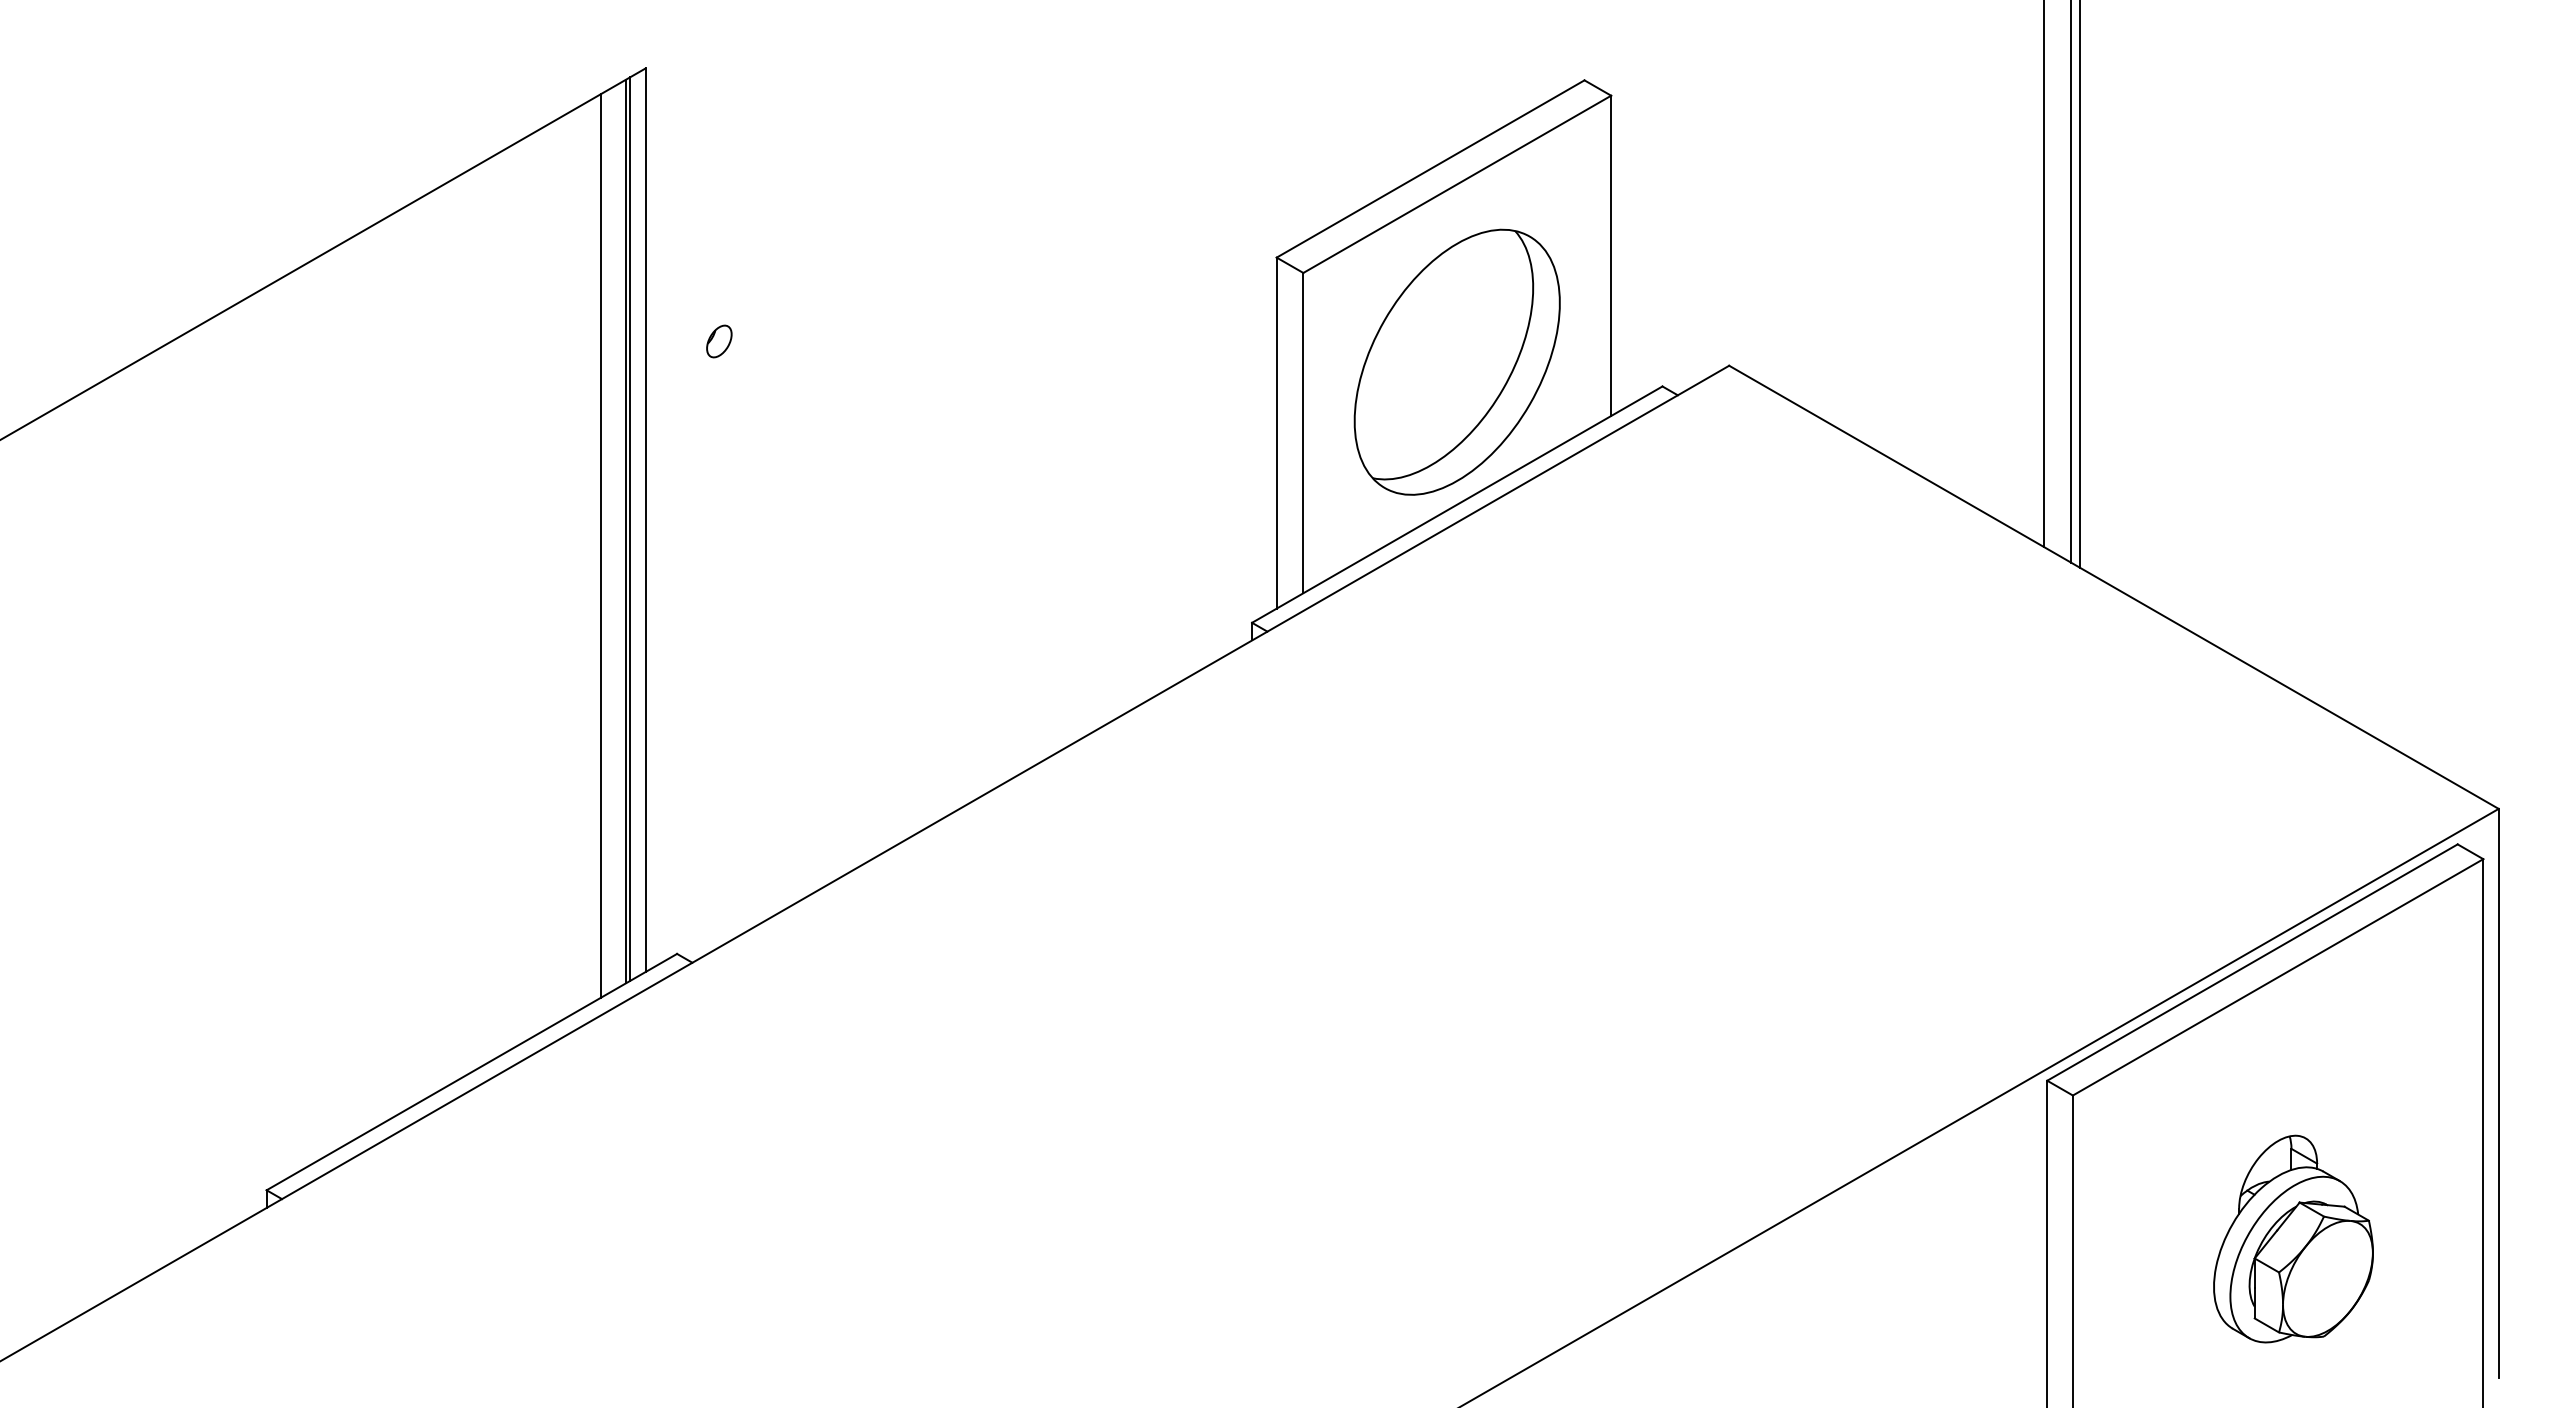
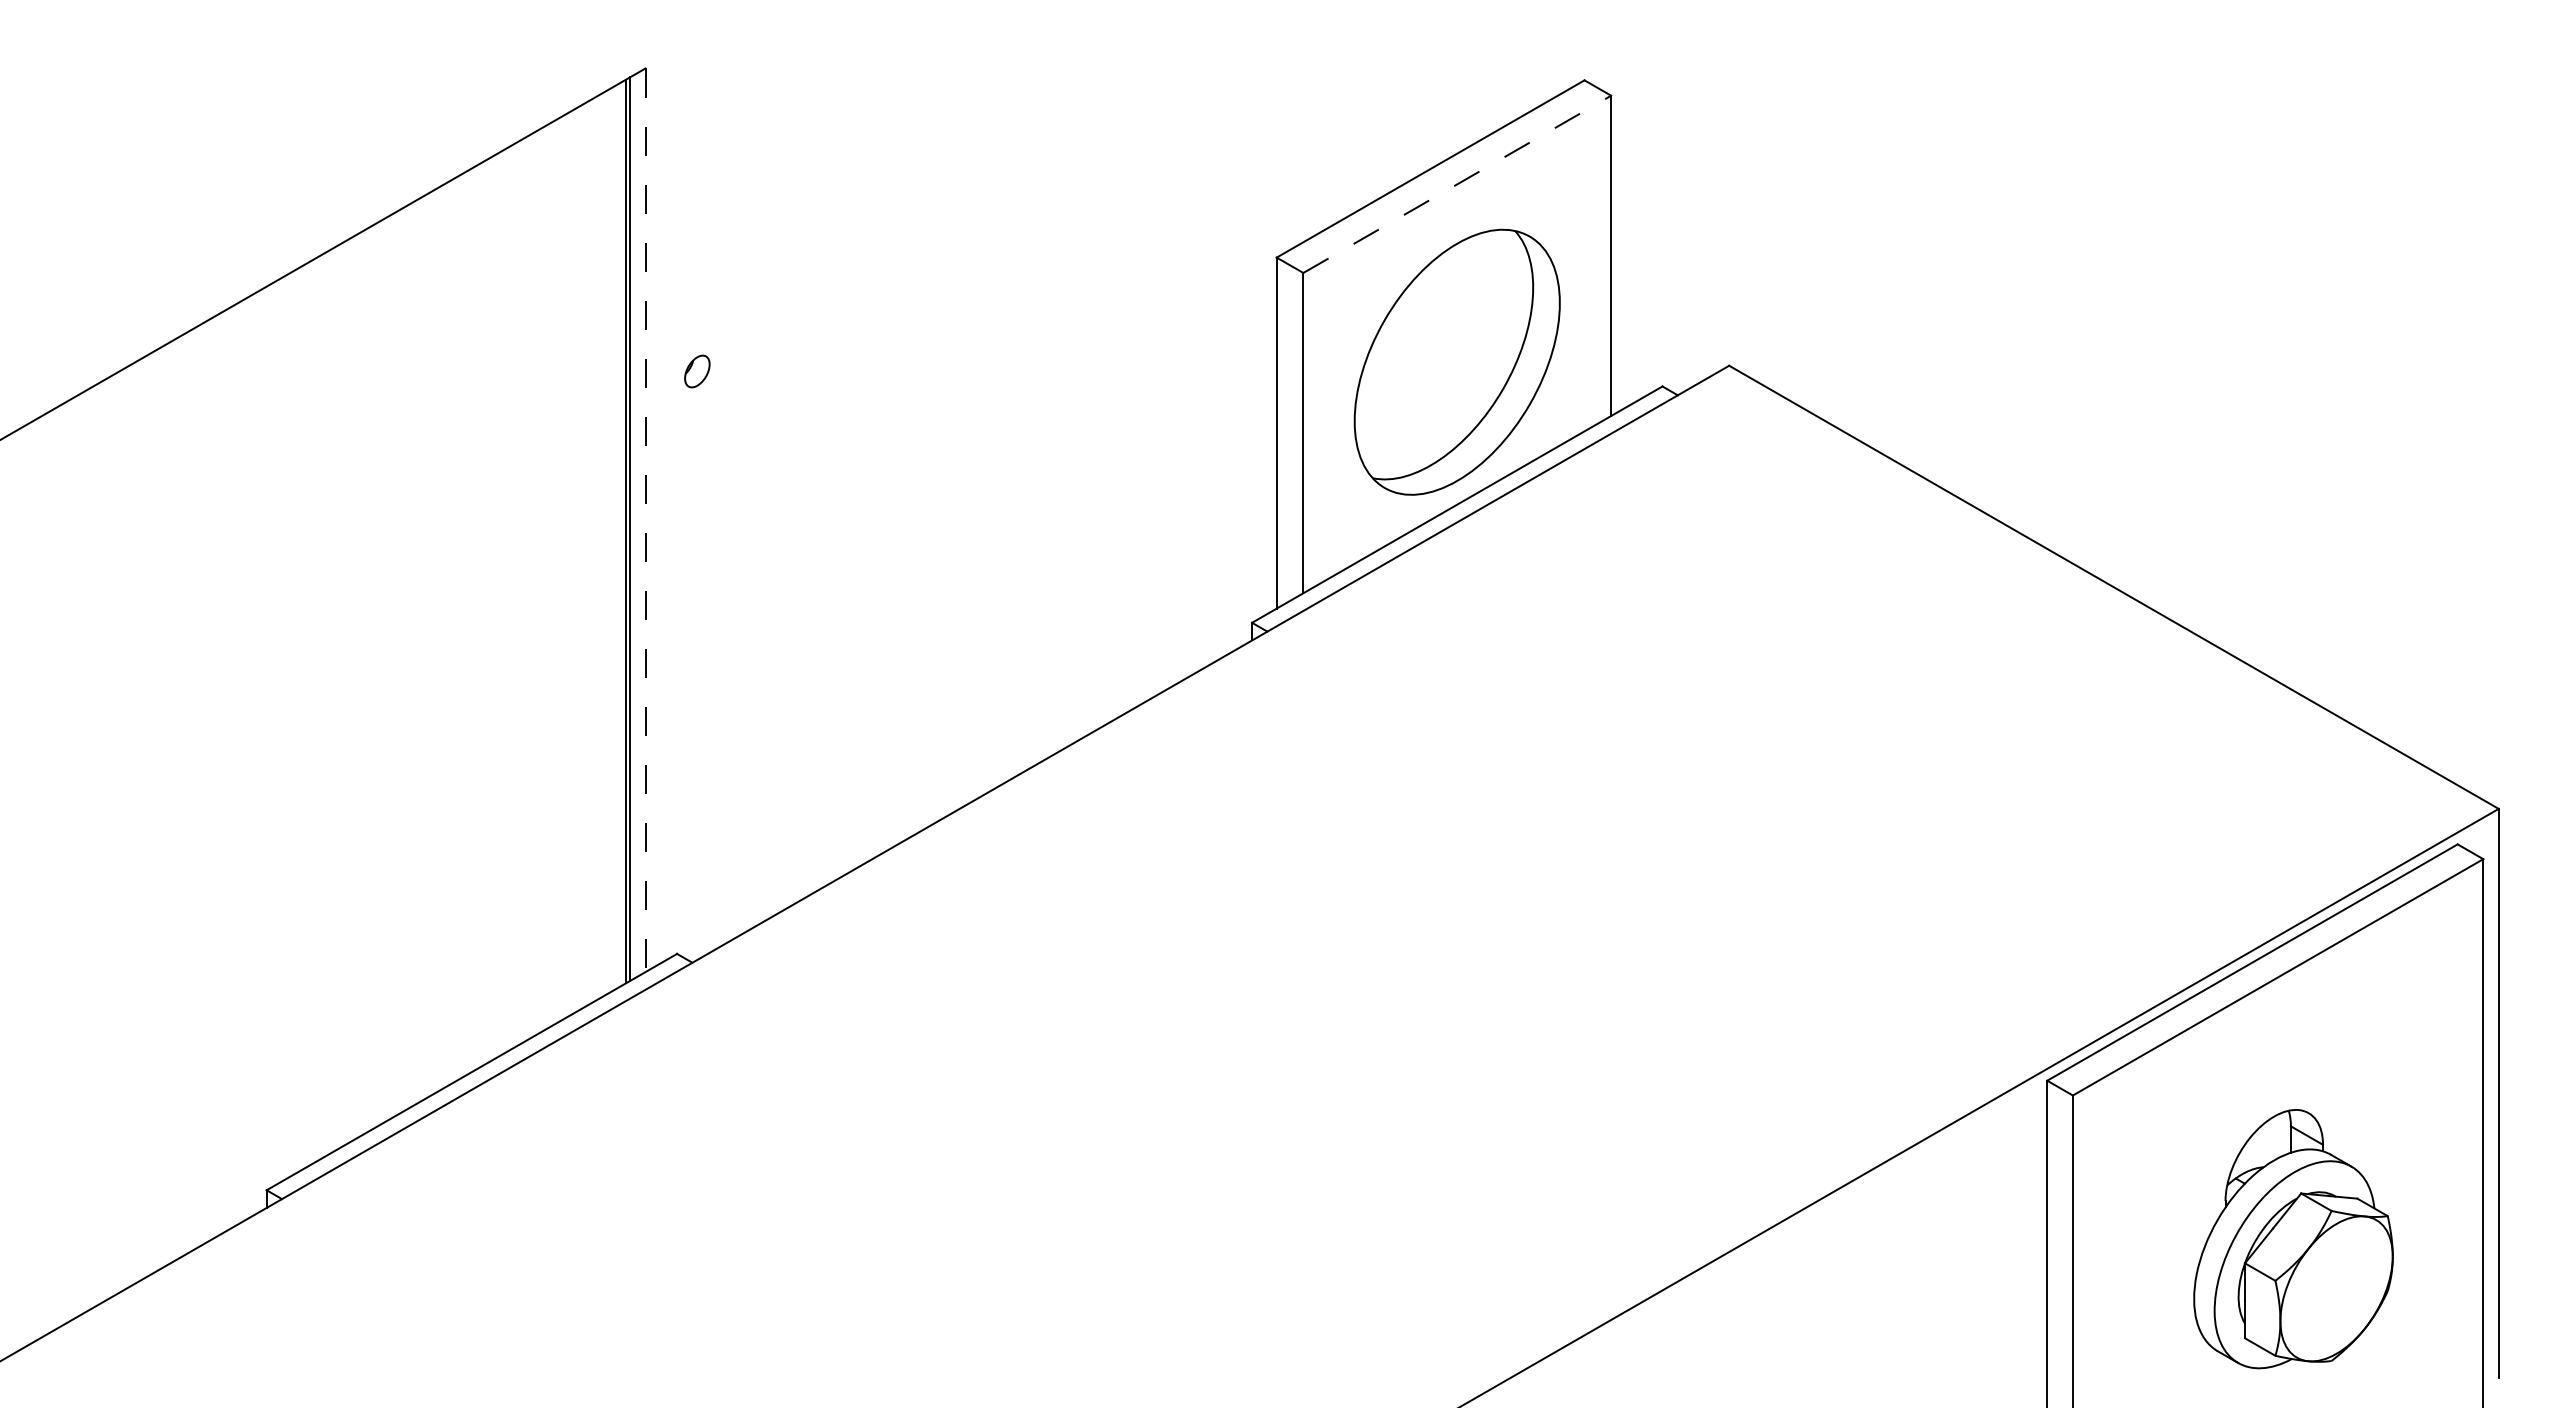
line at (1457, 184): solid -> dashed
line at (2044, 274): present -> none
line at (2071, 282): present -> none
line at (2080, 284): present -> none
part at (719, 341) position: (719, 341) -> (697, 371)
line at (645, 520): solid -> dashed
line at (601, 545): present -> none
part at (2293, 1238) size: 161x210 px -> 201x261 px
